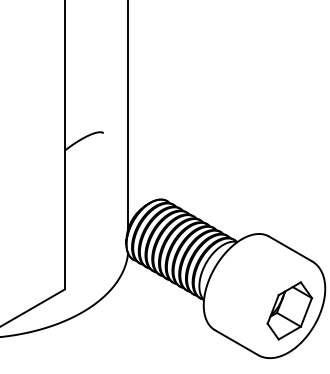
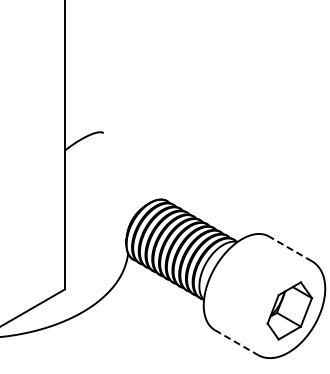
line at (128, 115): present -> none
line at (290, 248): solid -> dashed
line at (236, 342): solid -> dashed
